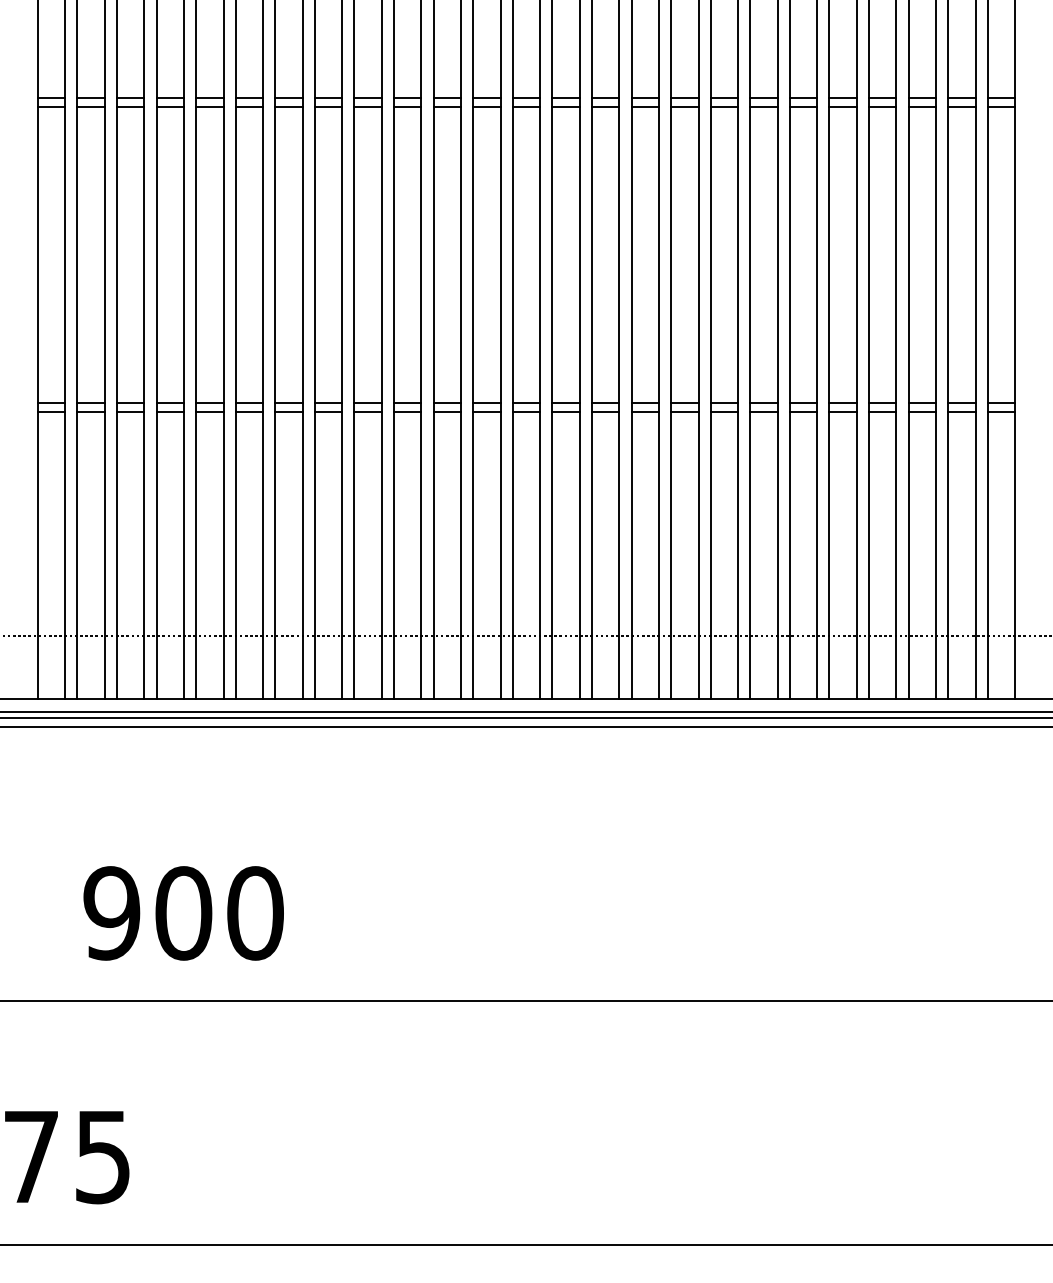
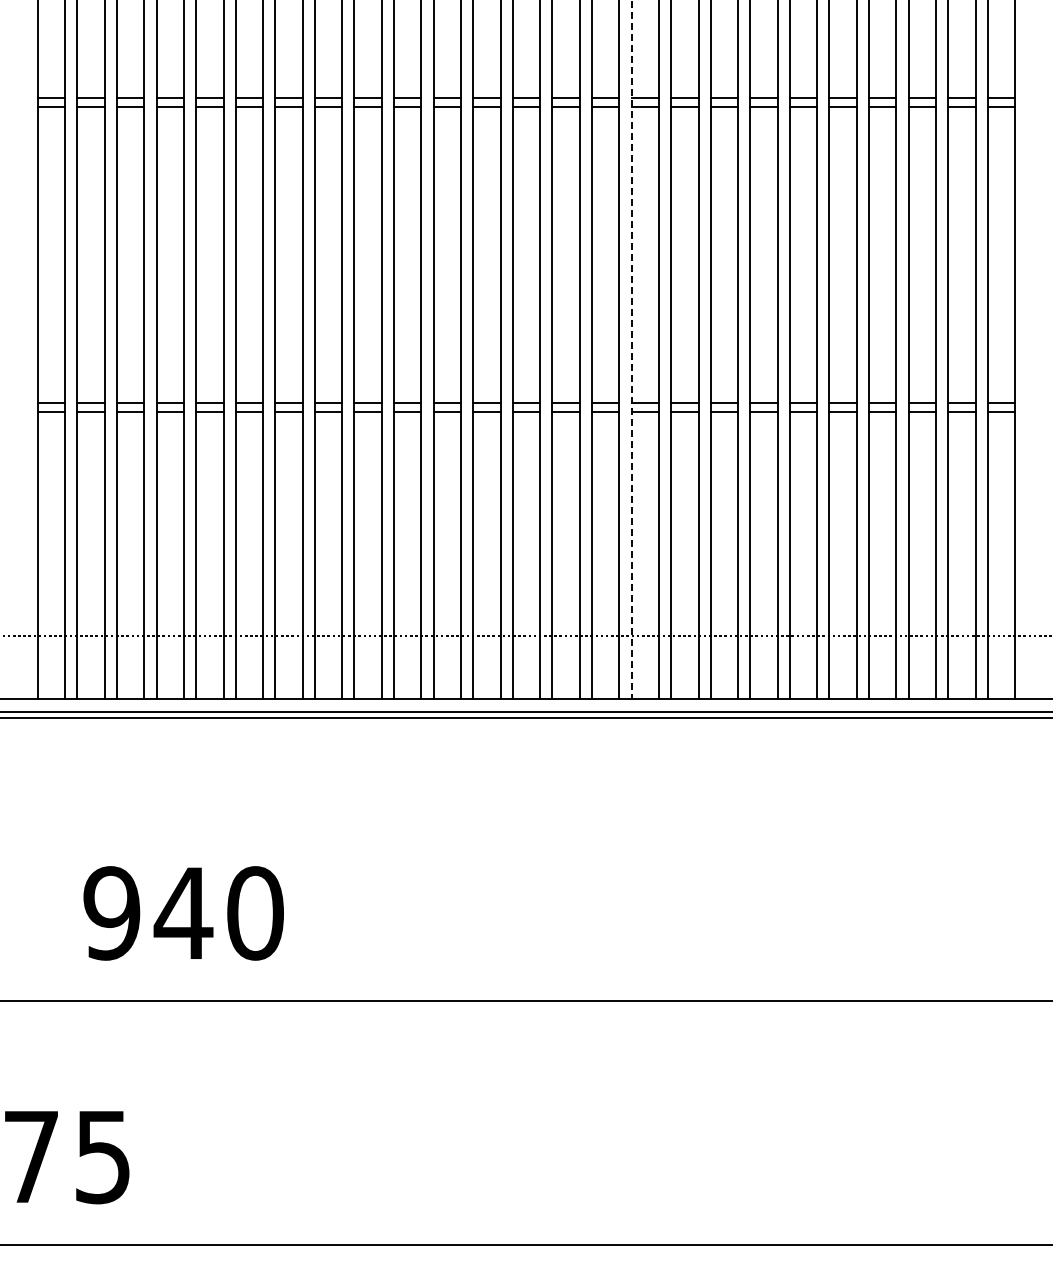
line at (631, 350): solid -> dashed
line at (525, 726): present -> none
text at (183, 913): 900 -> 940
